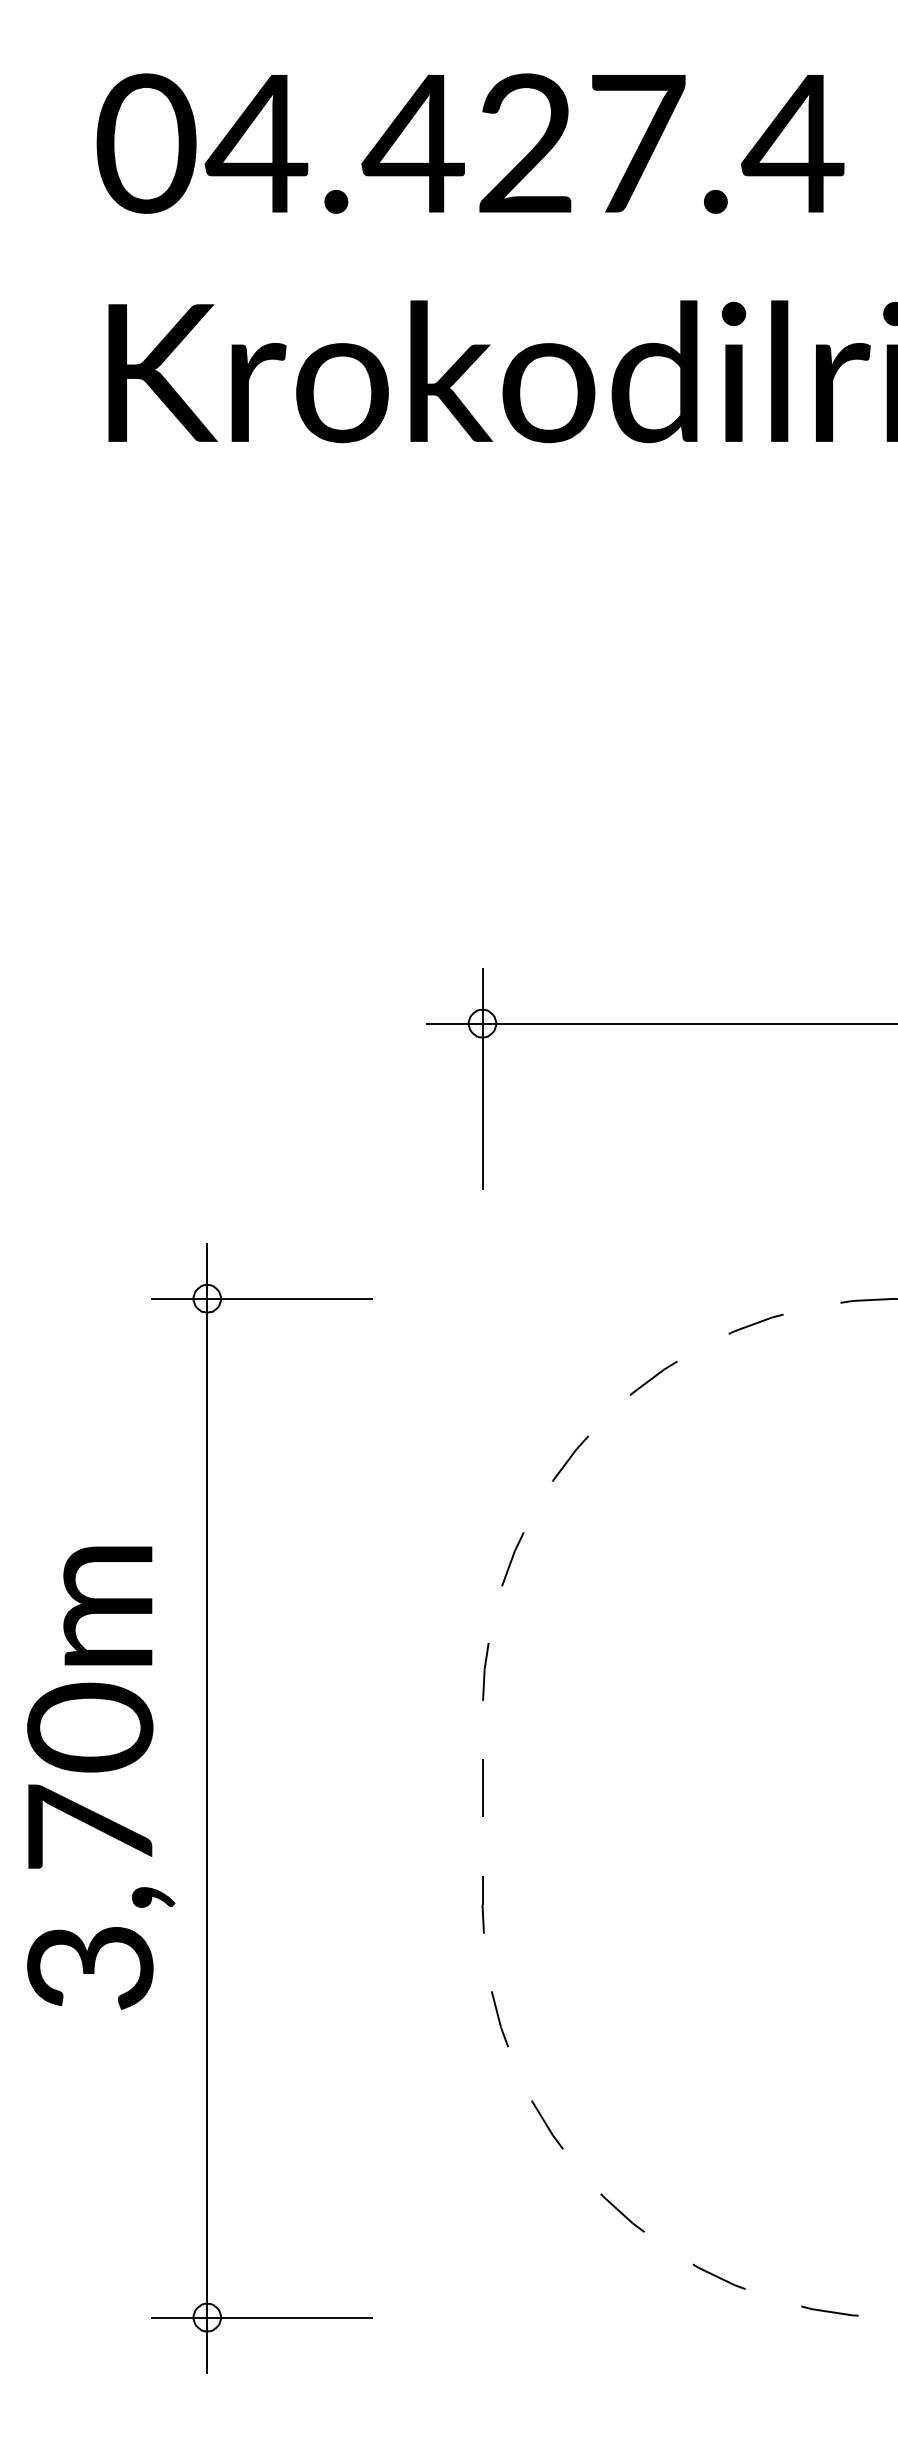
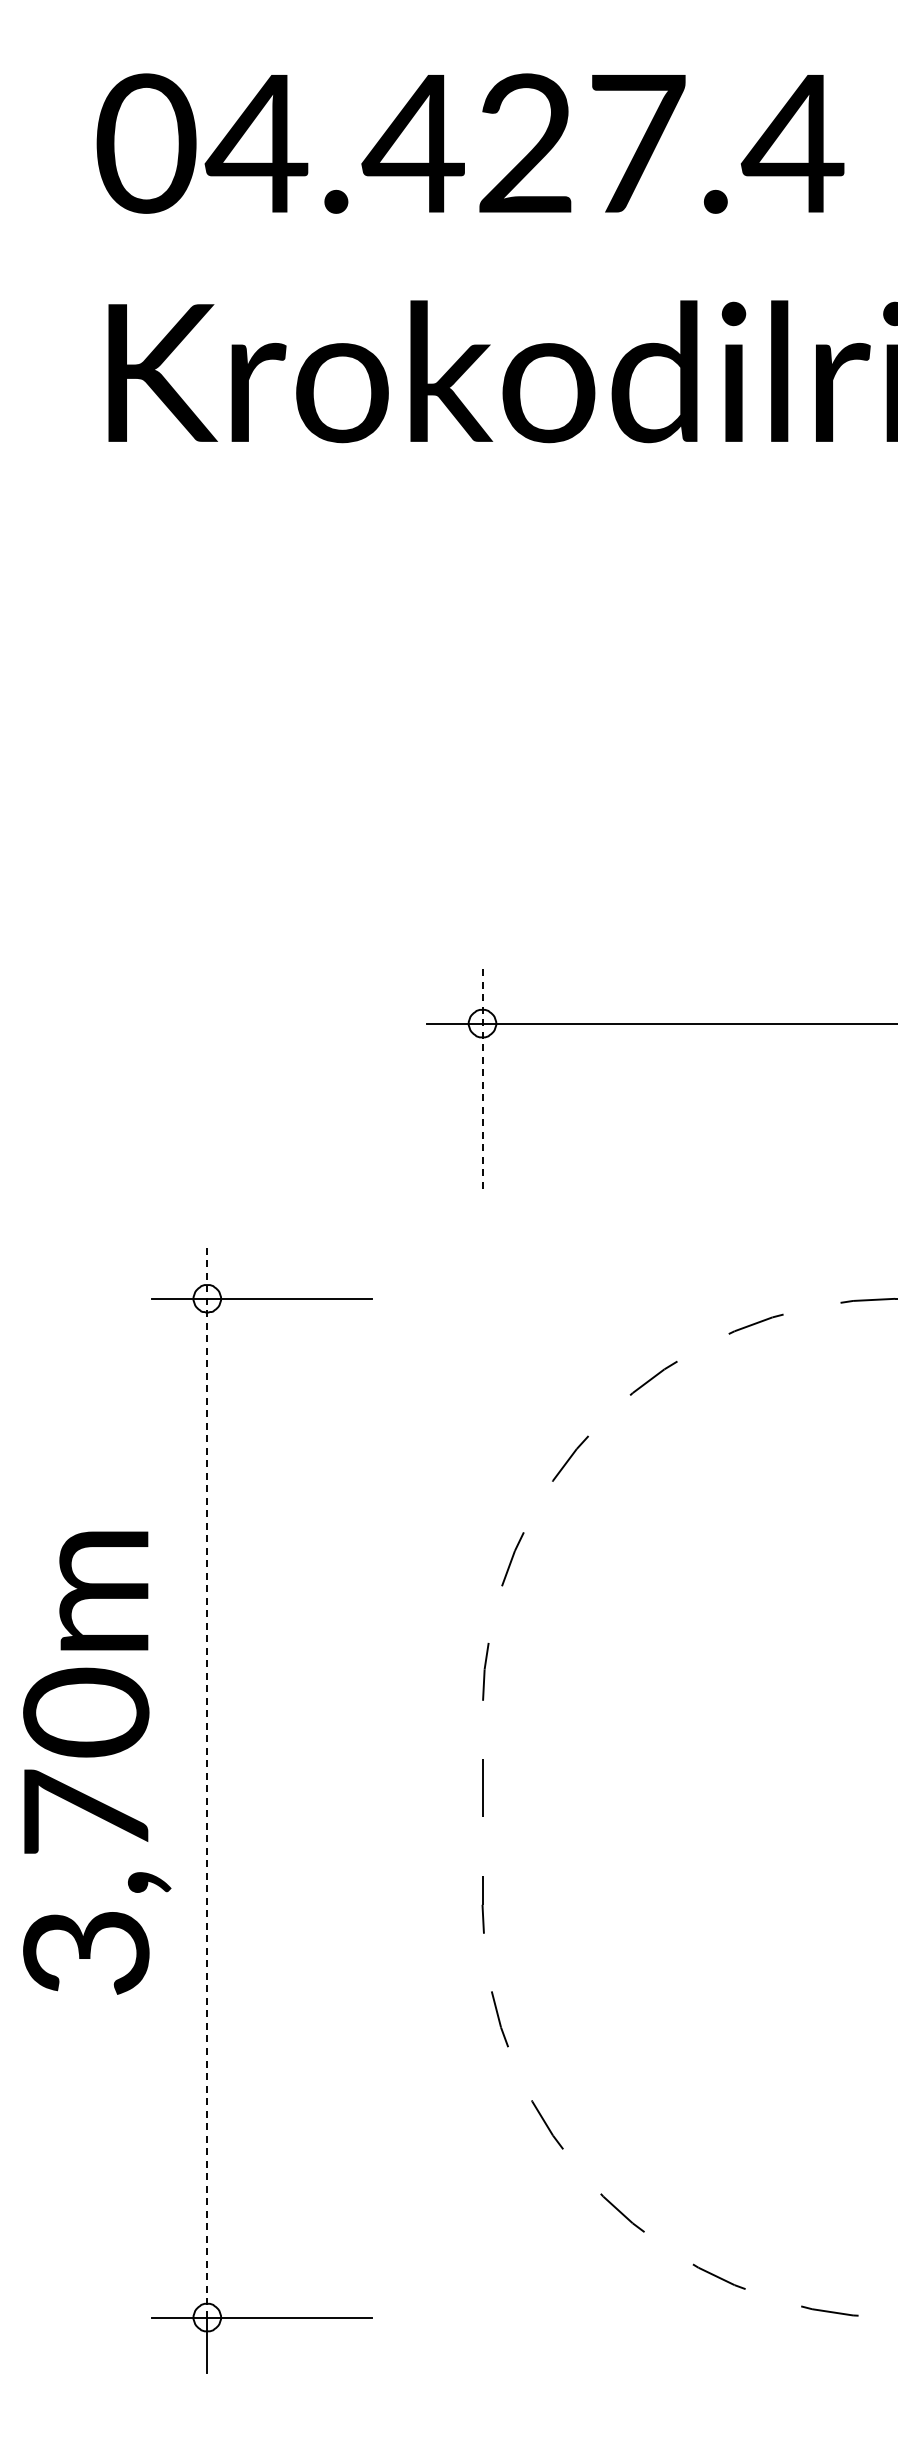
line at (482, 1078): solid -> dashed
text at (101, 1777) position: (101, 1777) -> (97, 1762)
line at (207, 1780): solid -> dashed
